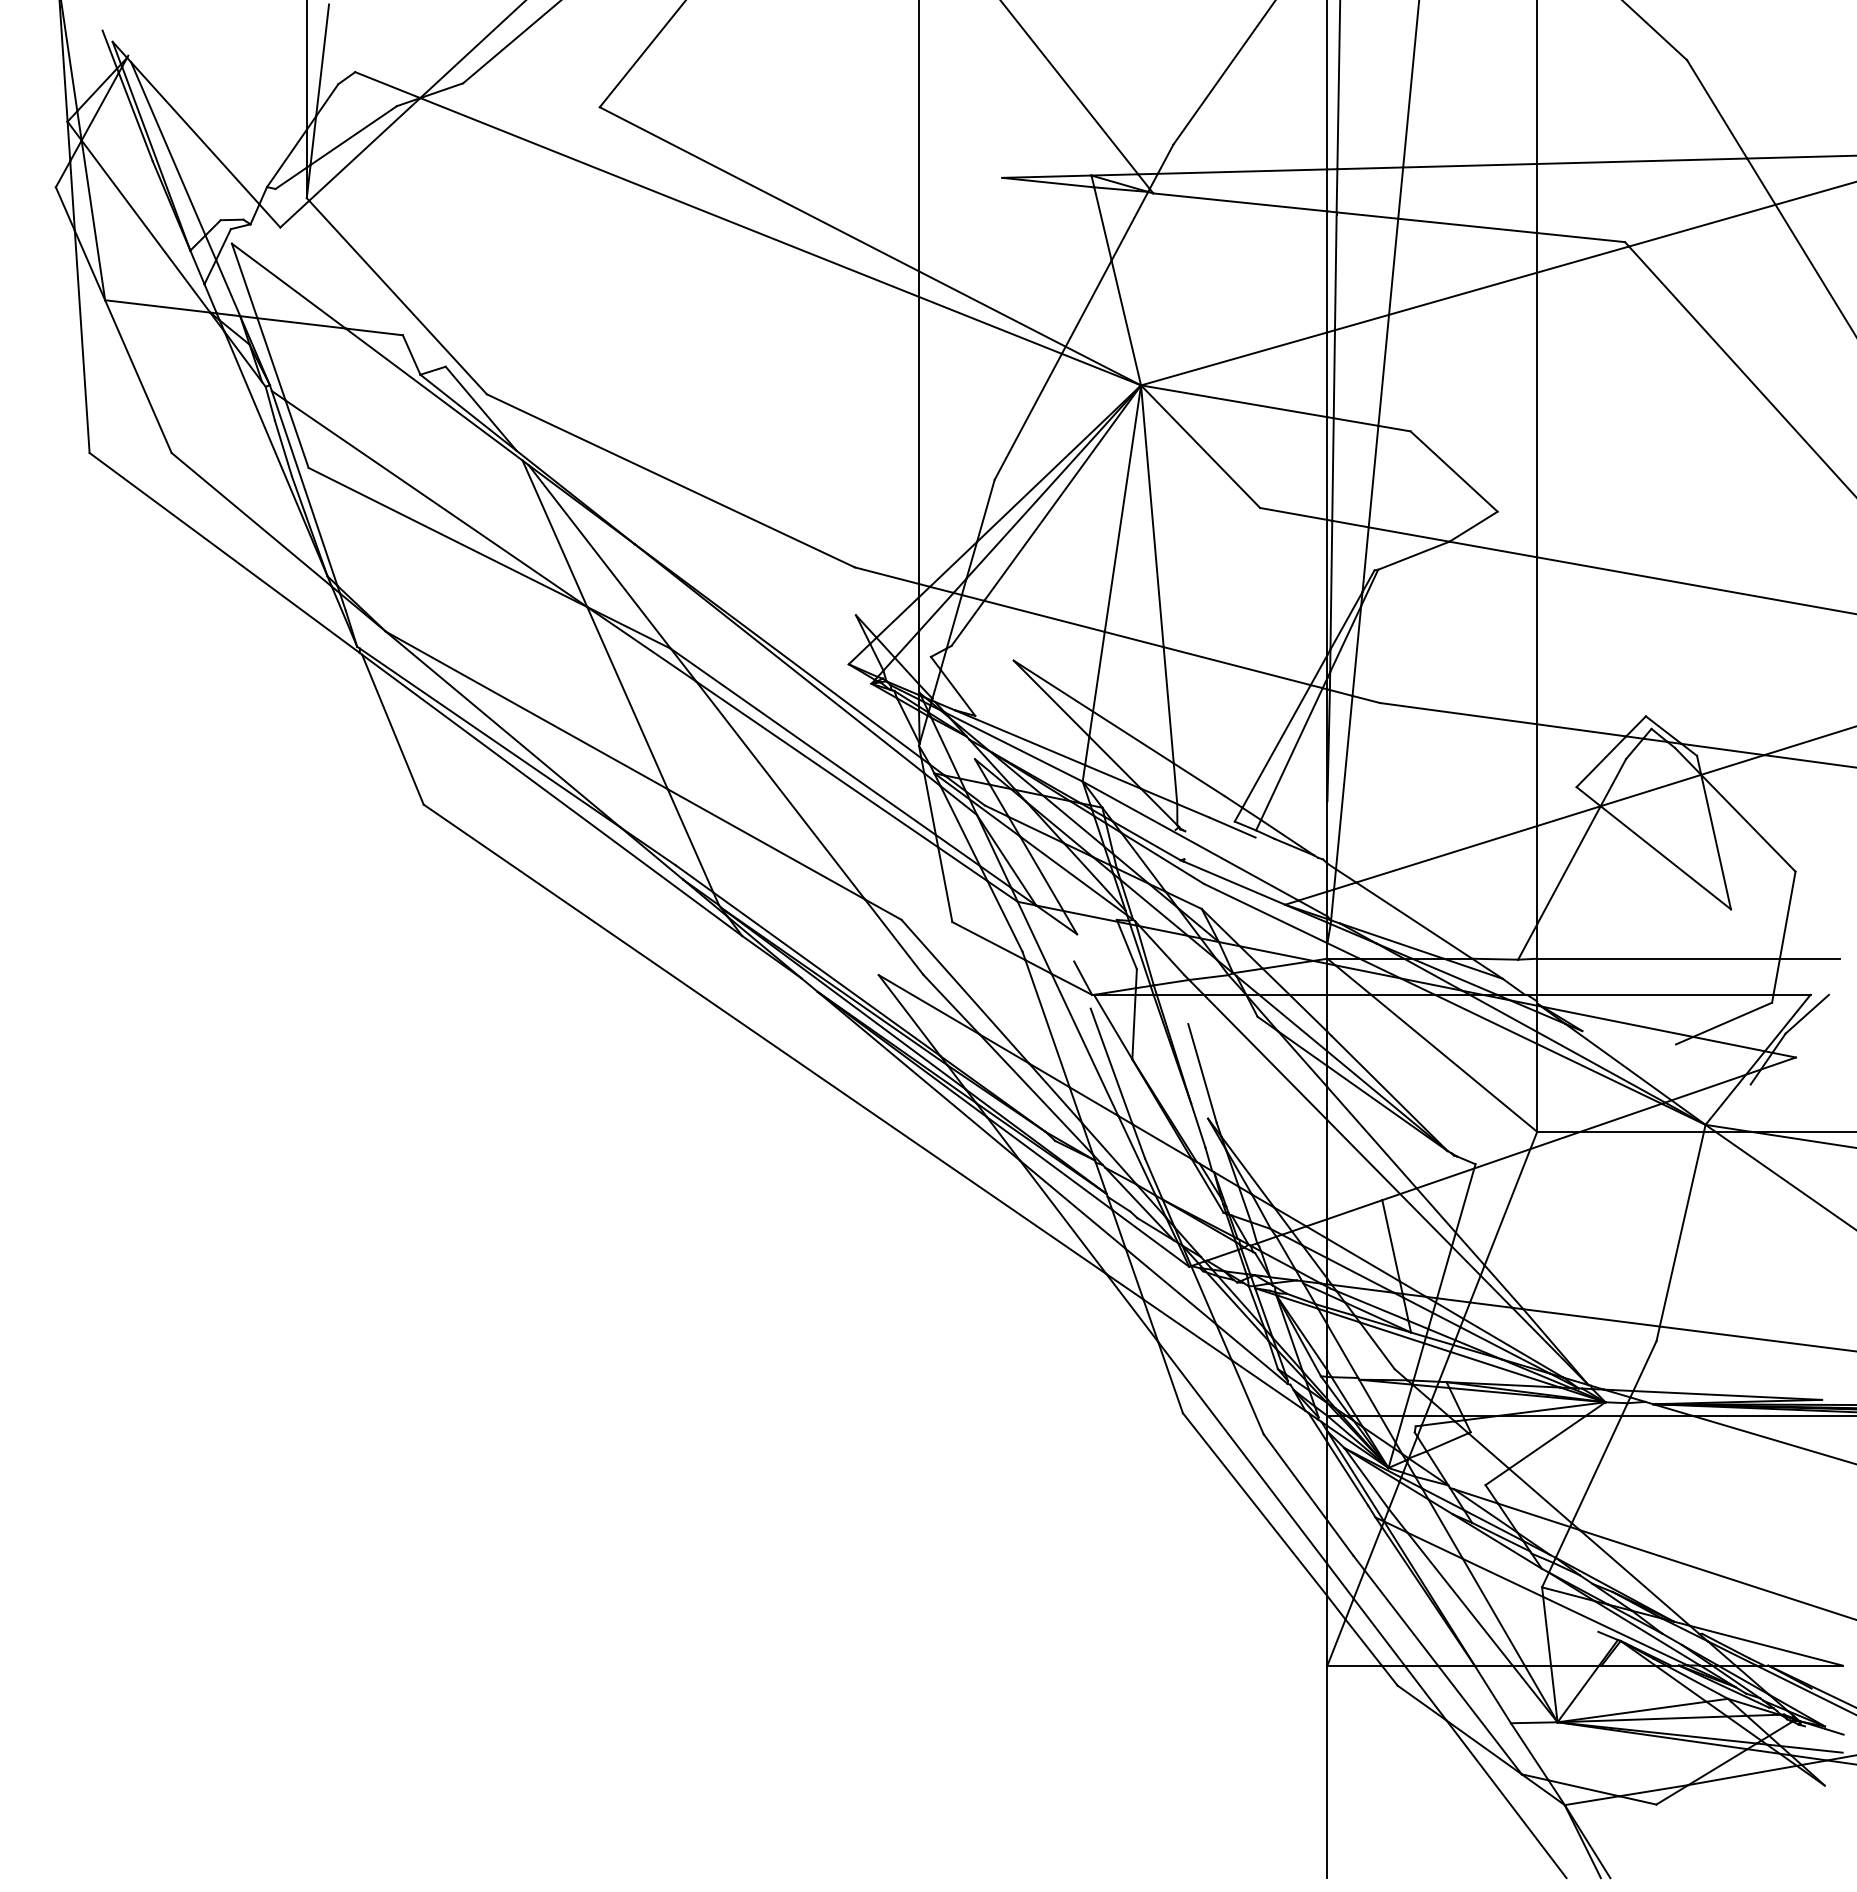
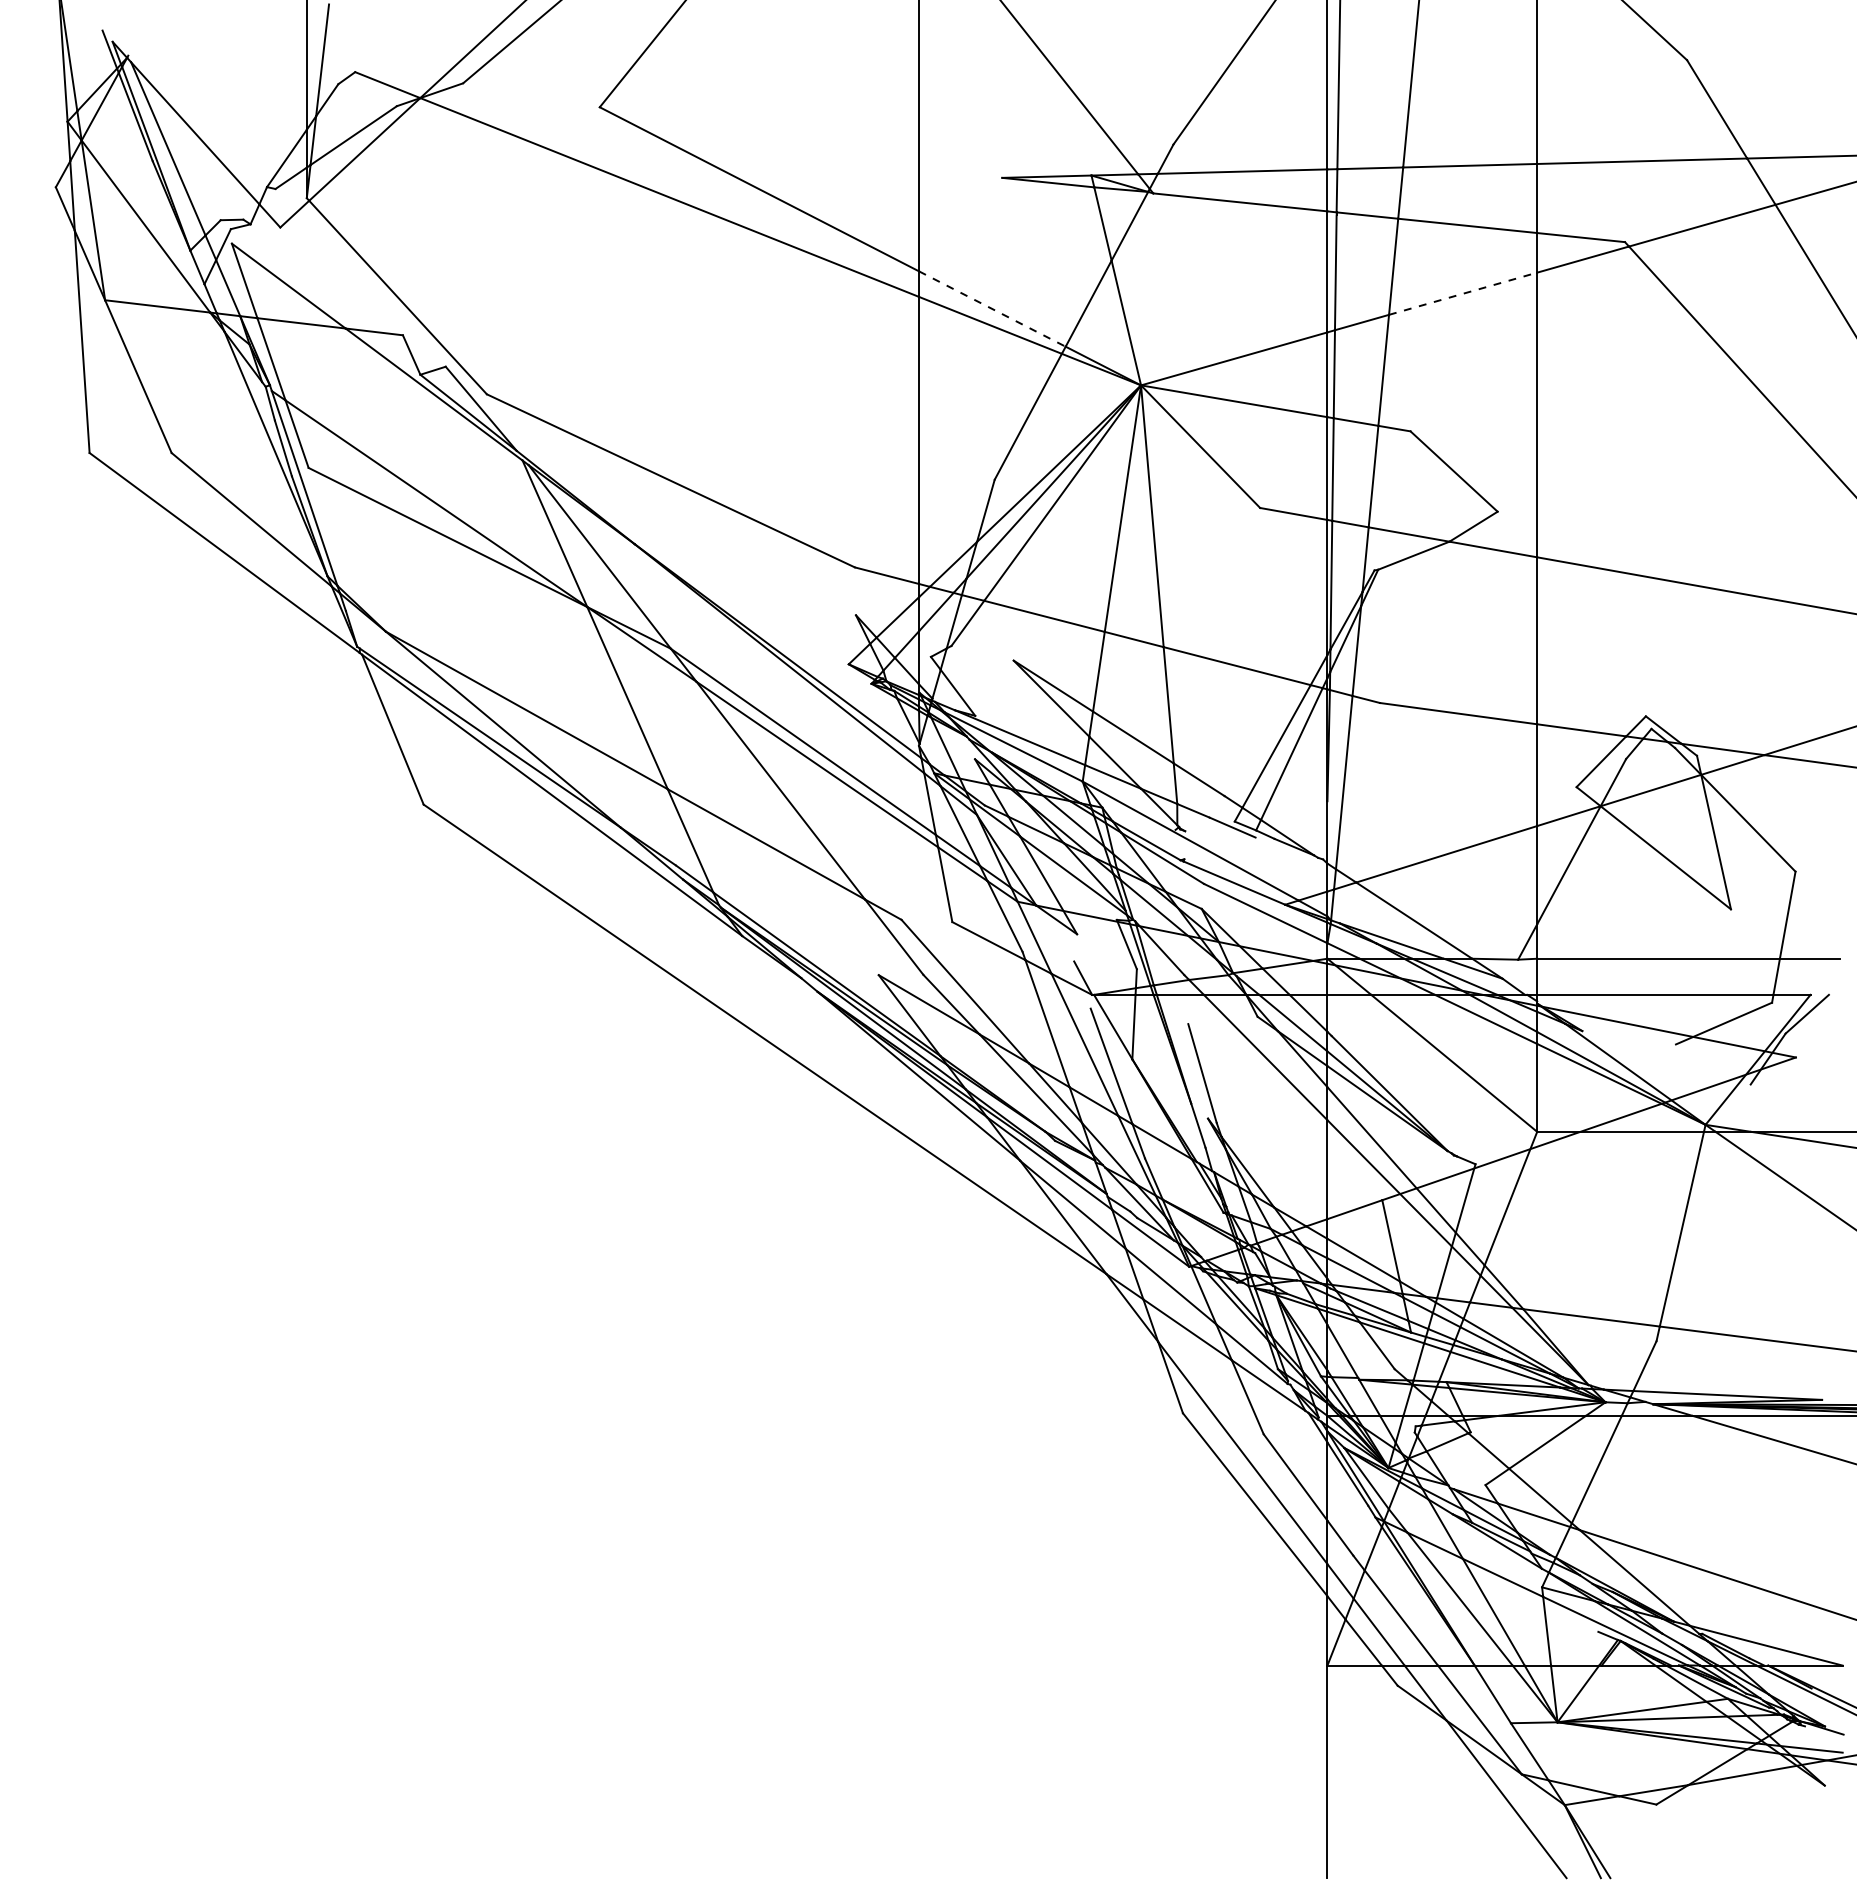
line at (1463, 293): solid -> dashed
line at (992, 309): solid -> dashed
